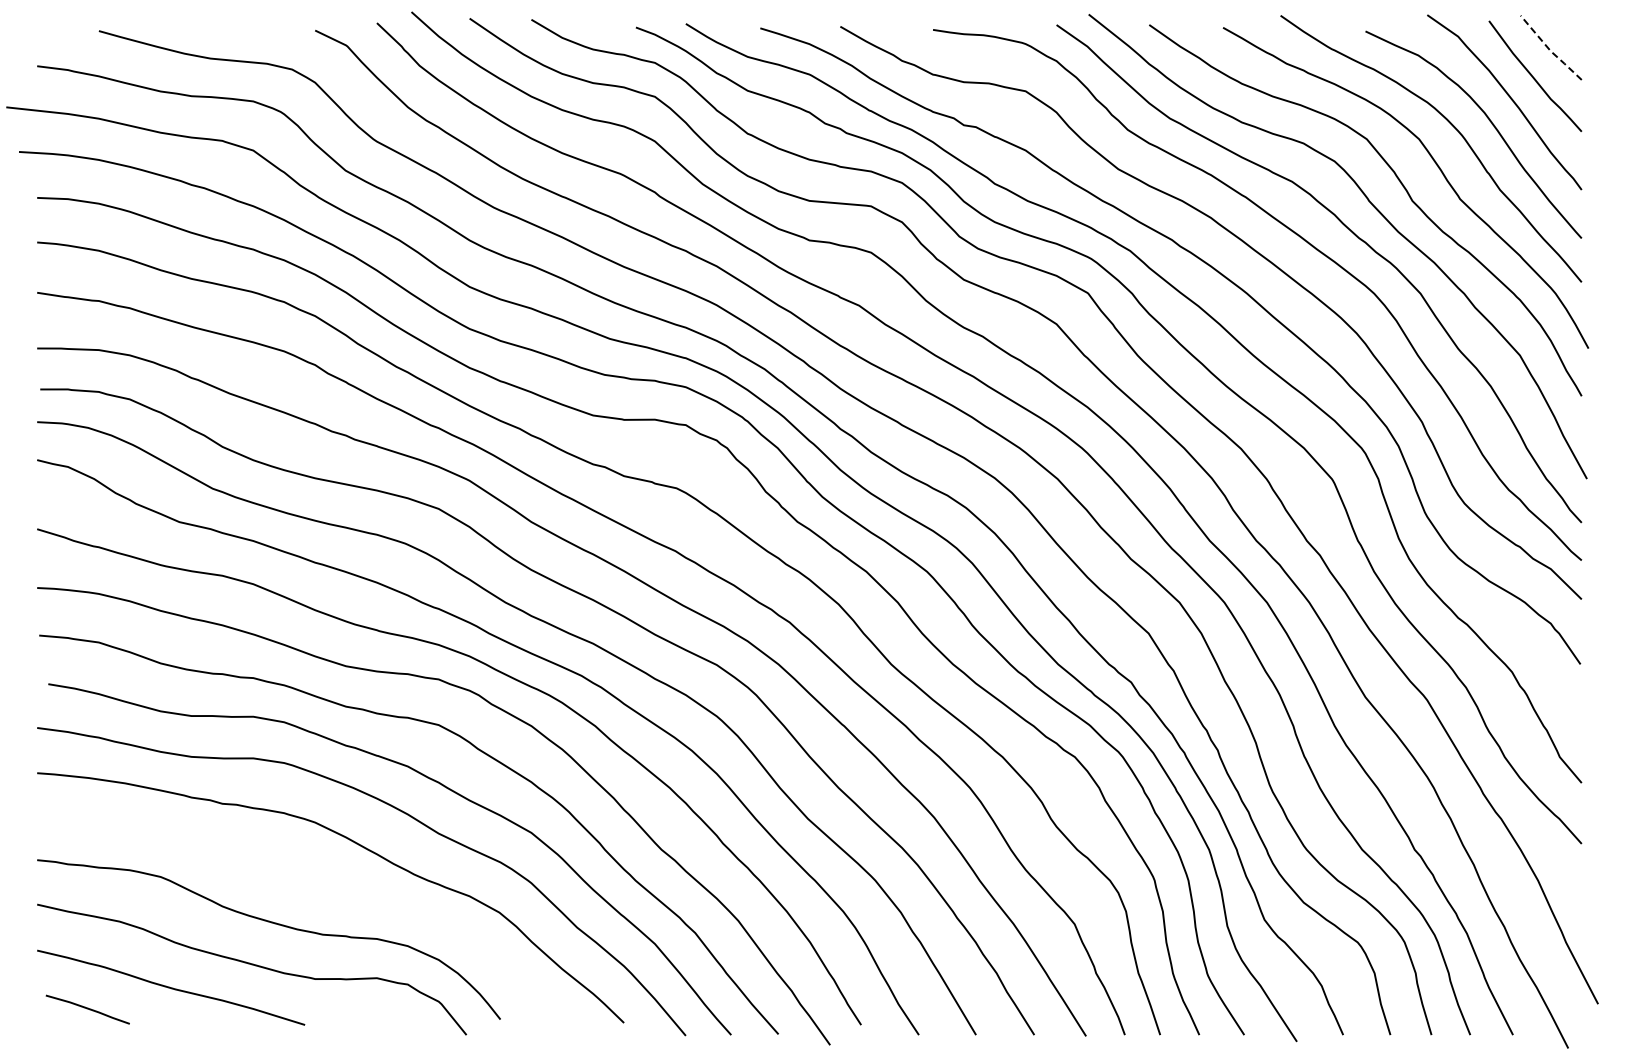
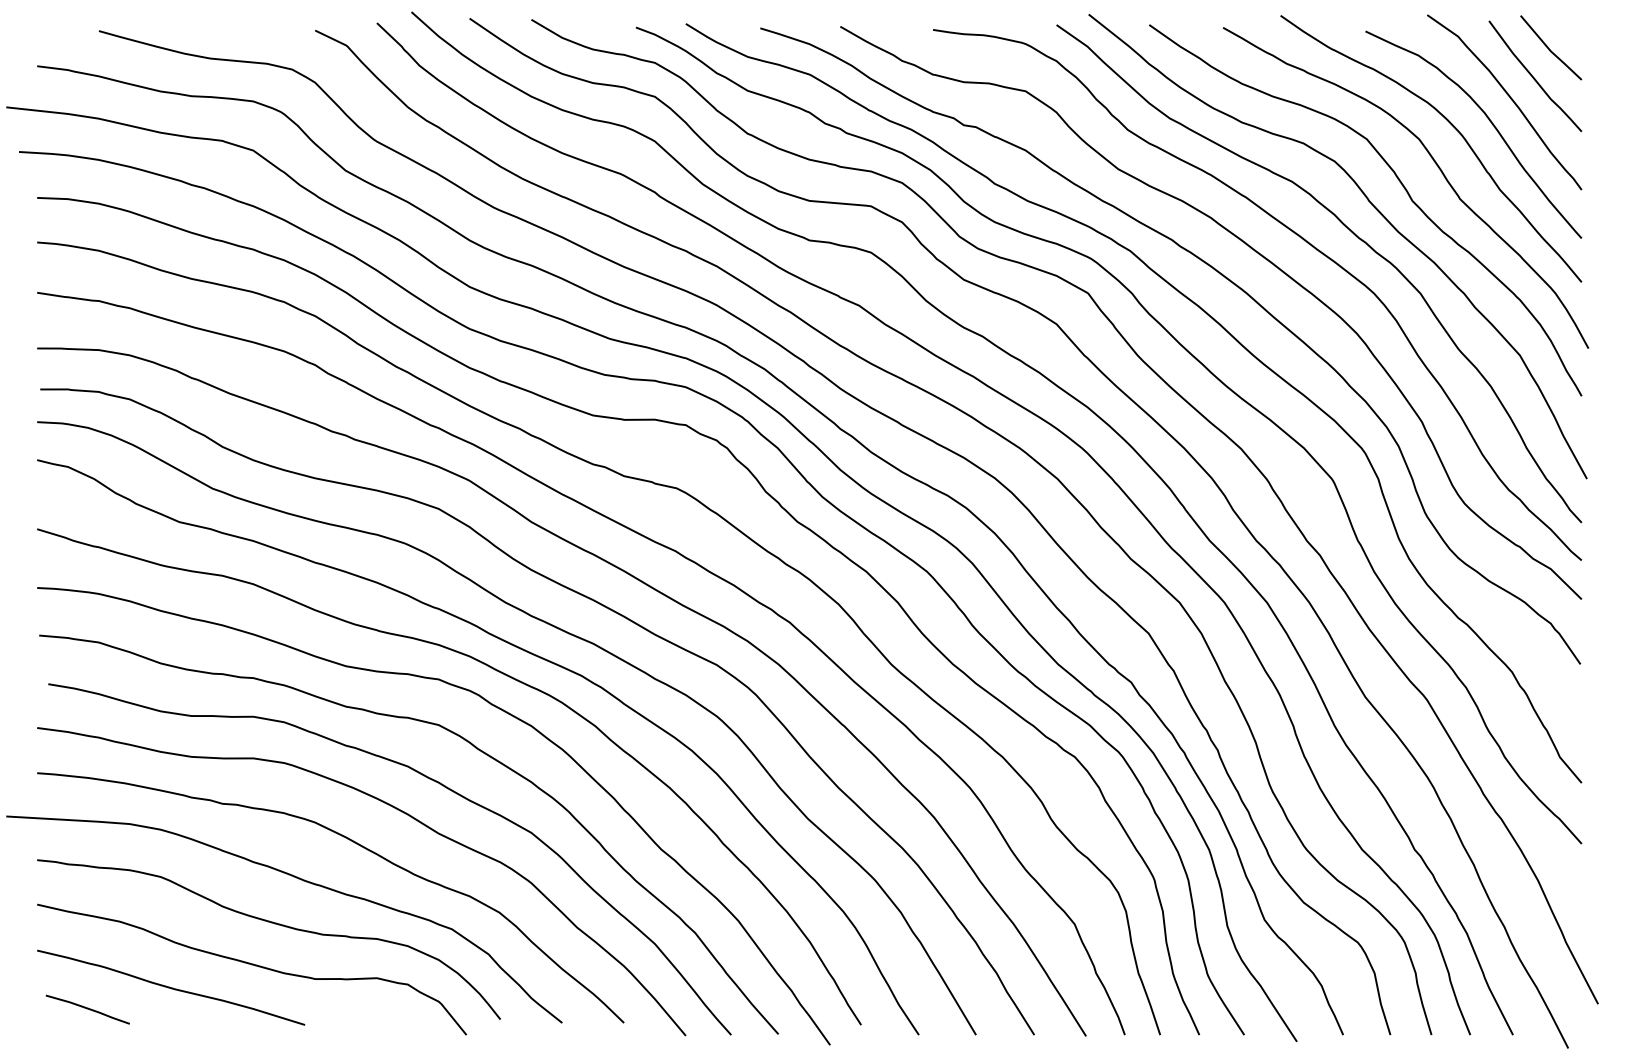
line at (1550, 50): dashed -> solid
curve at (298, 879): none -> present
